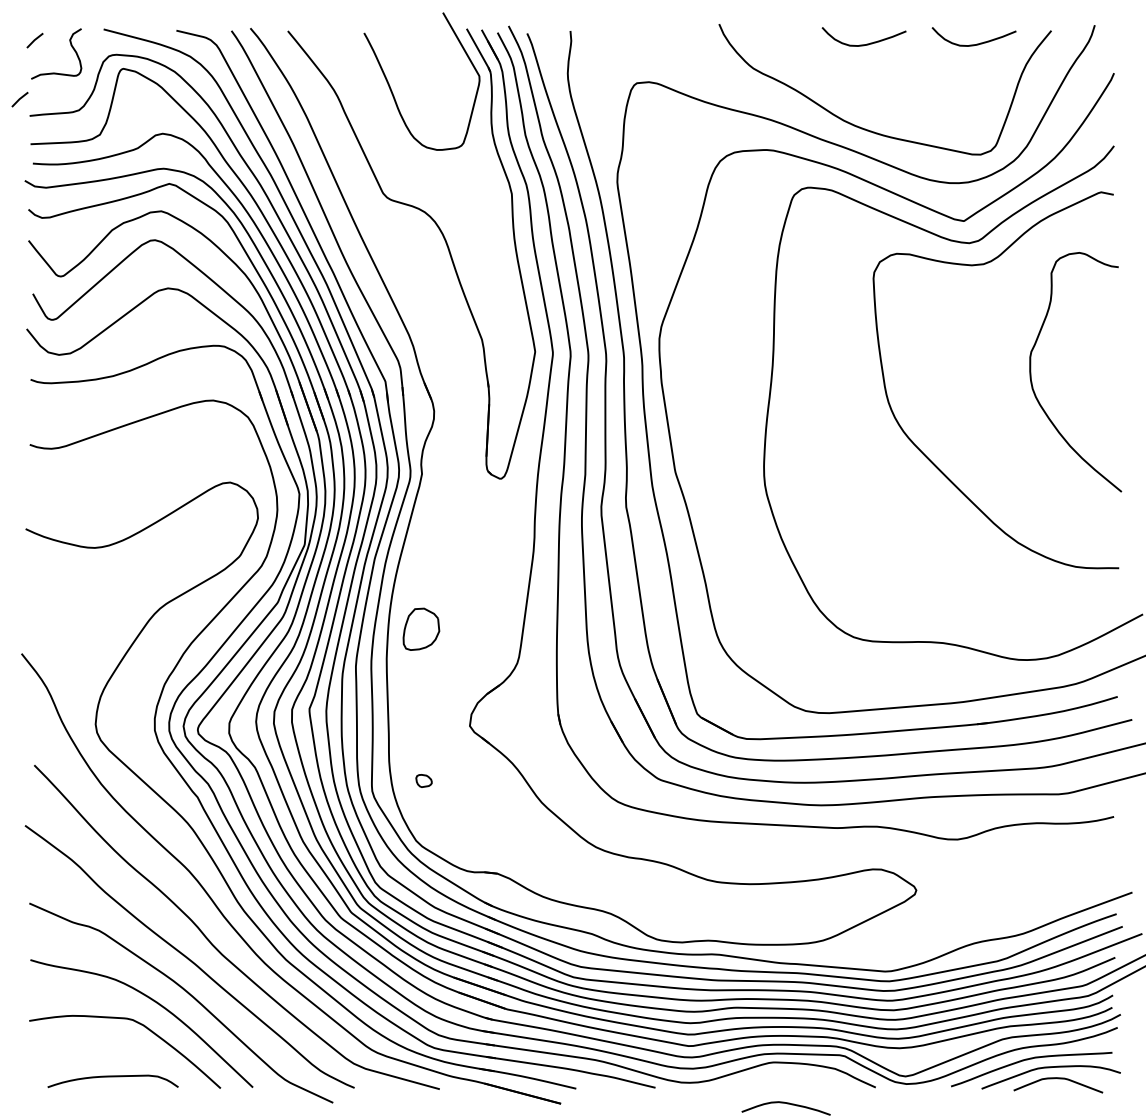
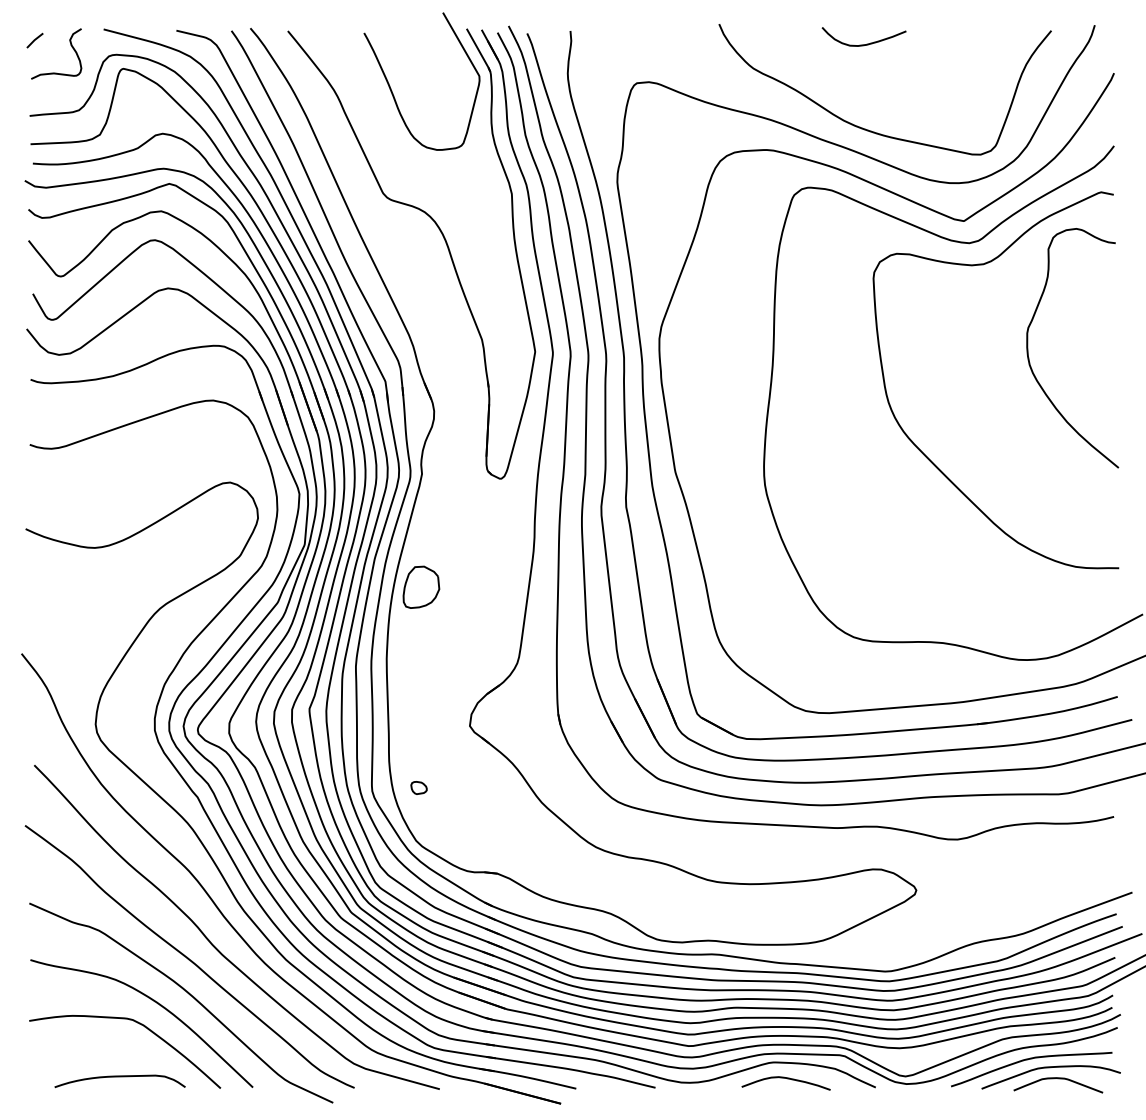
curve at (976, 43): present -> none
line at (19, 99): present -> none
curve at (1032, 381) position: (1032, 381) -> (1029, 357)
part at (421, 628) position: (421, 628) -> (421, 586)
part at (423, 780) position: (423, 780) -> (418, 787)
curve at (112, 1077) position: (112, 1077) -> (119, 1077)
curve at (787, 1104) position: (787, 1104) -> (787, 1079)
